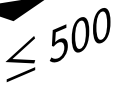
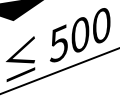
line at (59, 71): none -> present
